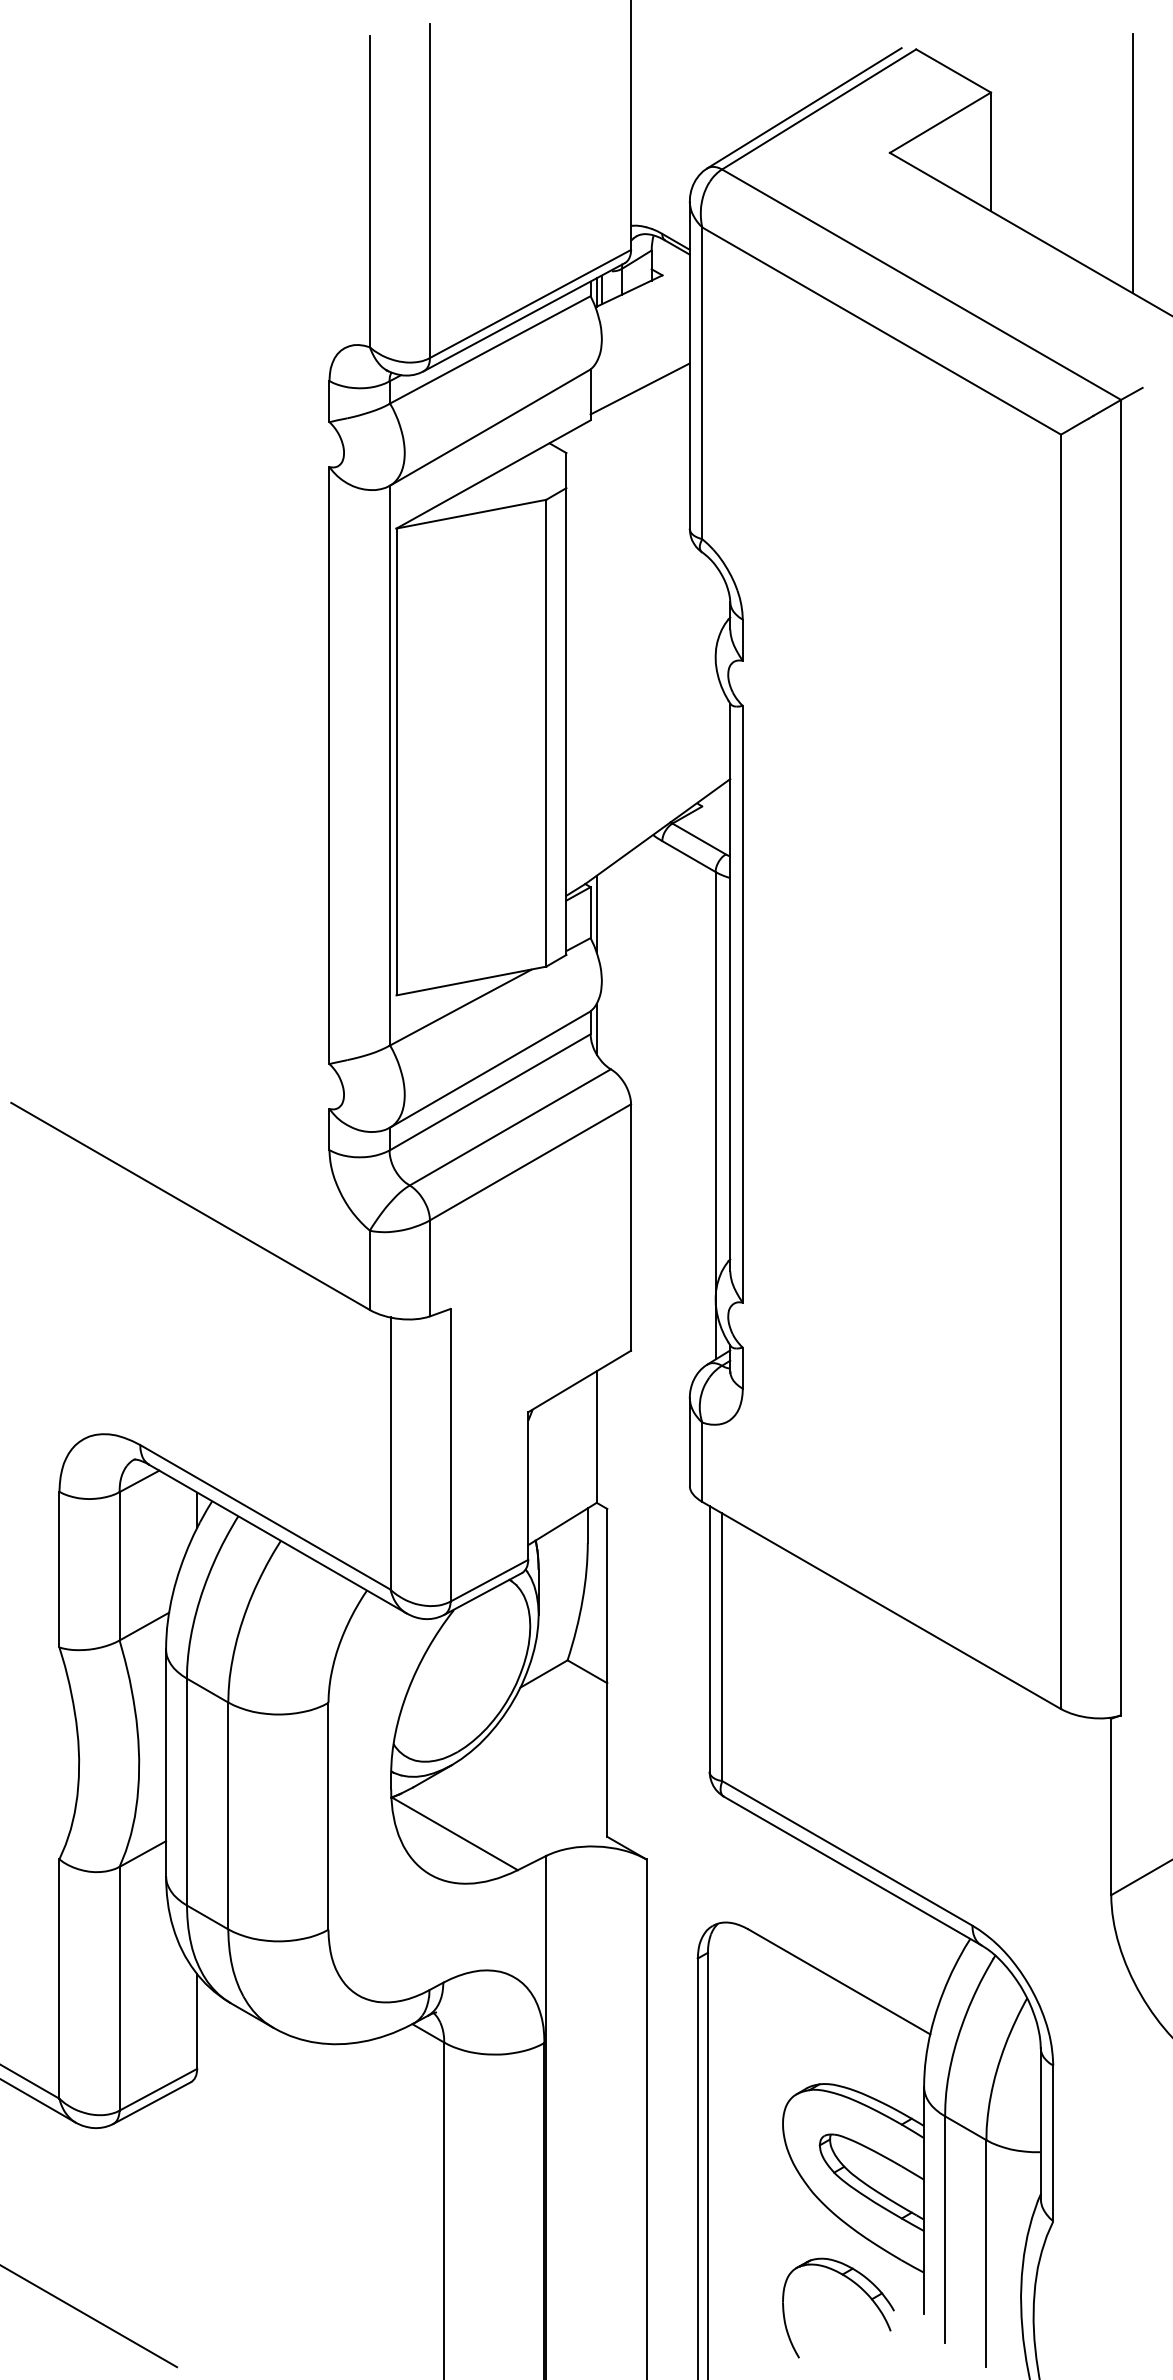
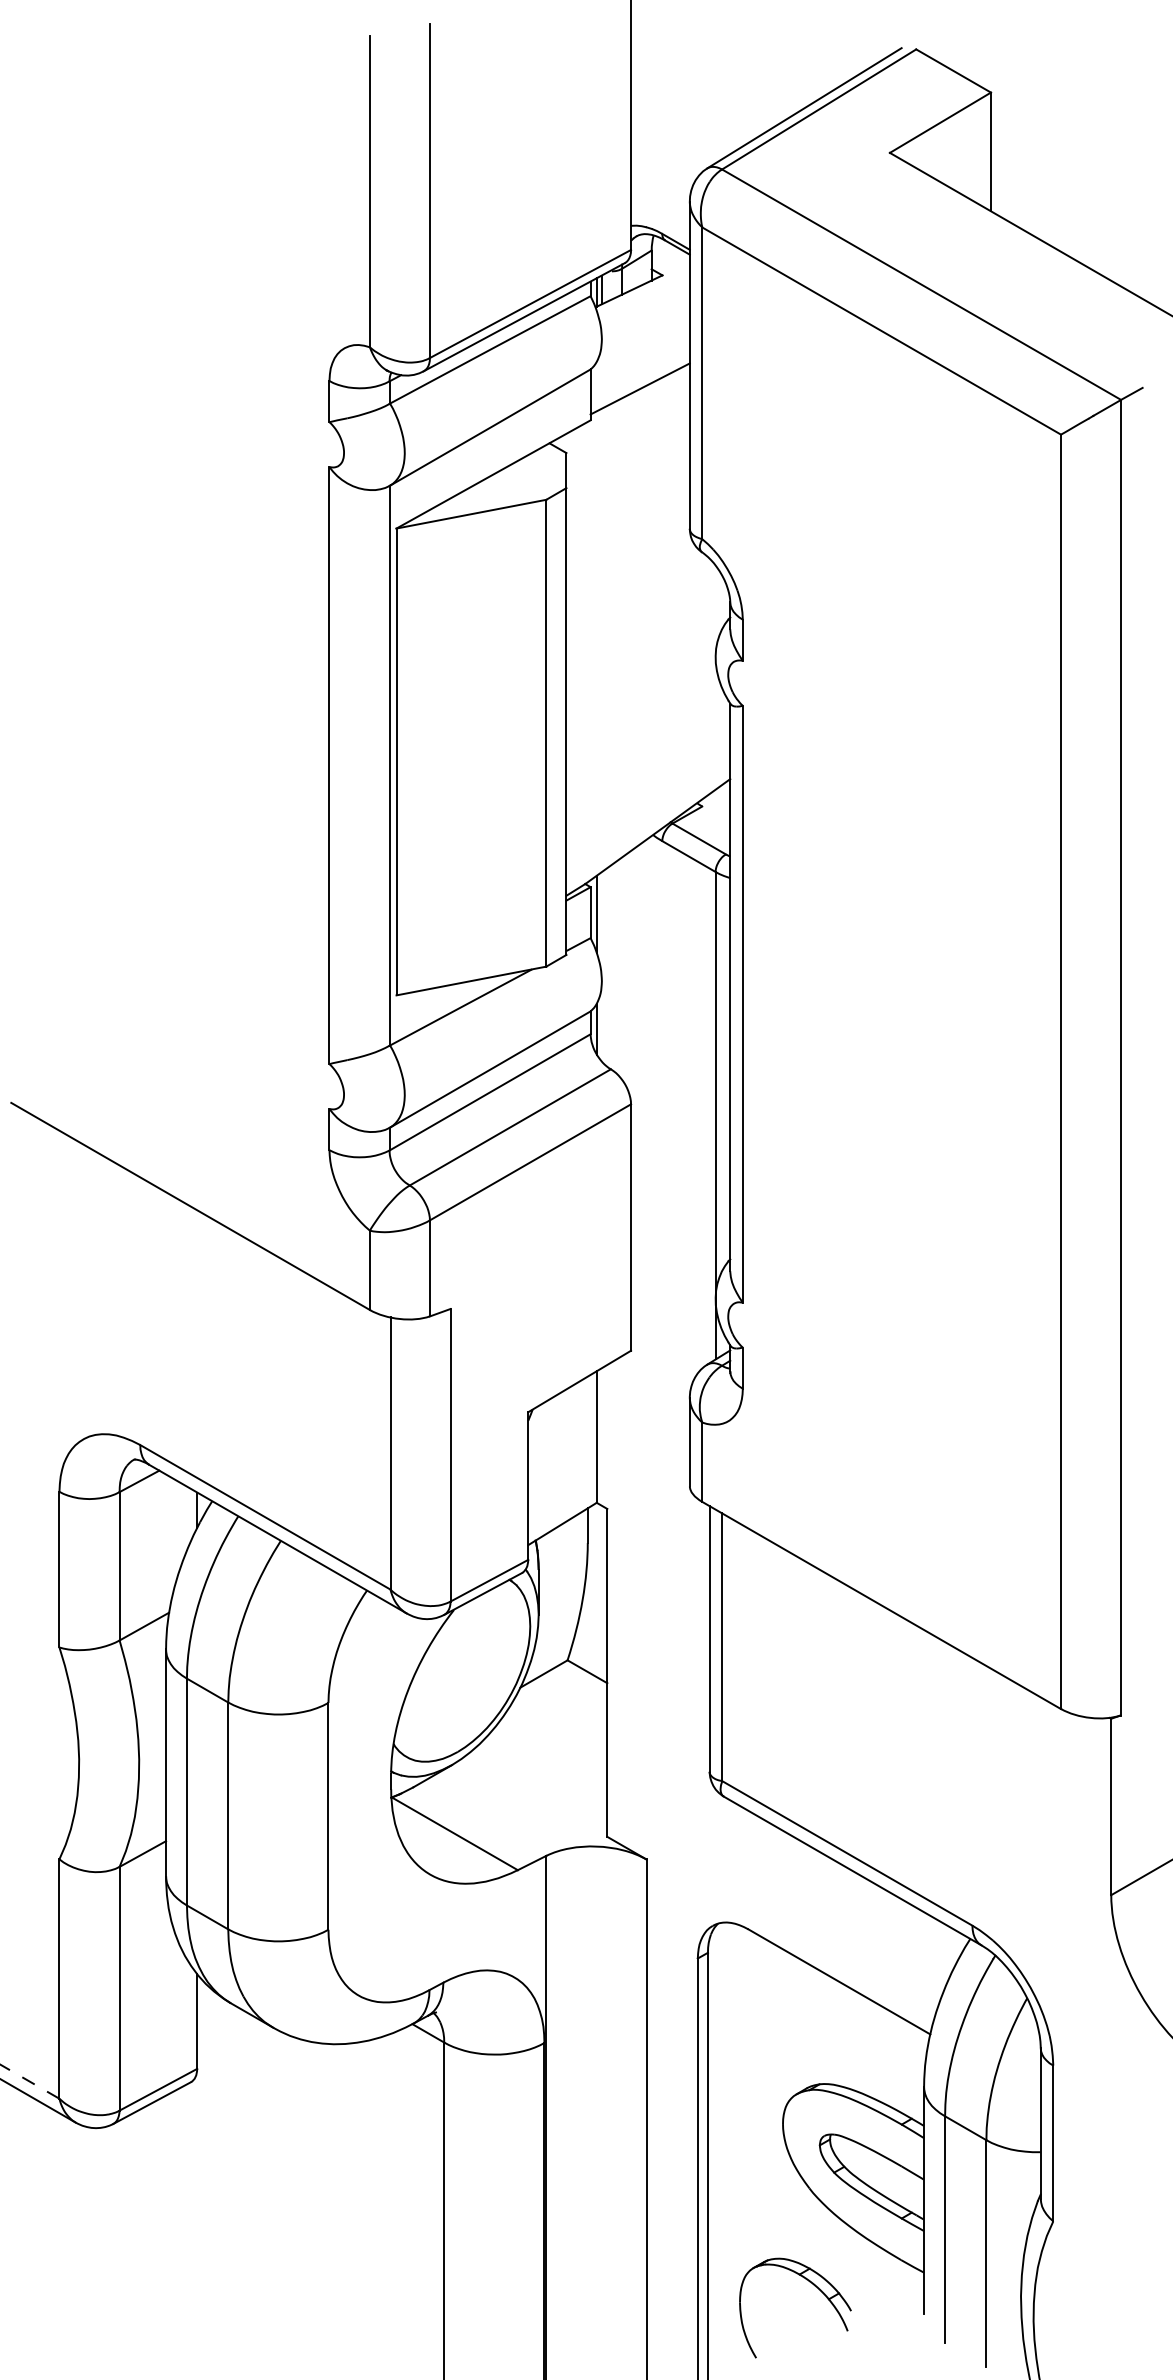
line at (1132, 163): present -> none
line at (30, 2081): solid -> dashed
part at (857, 2286) position: (857, 2286) -> (814, 2286)
line at (89, 2316): present -> none
